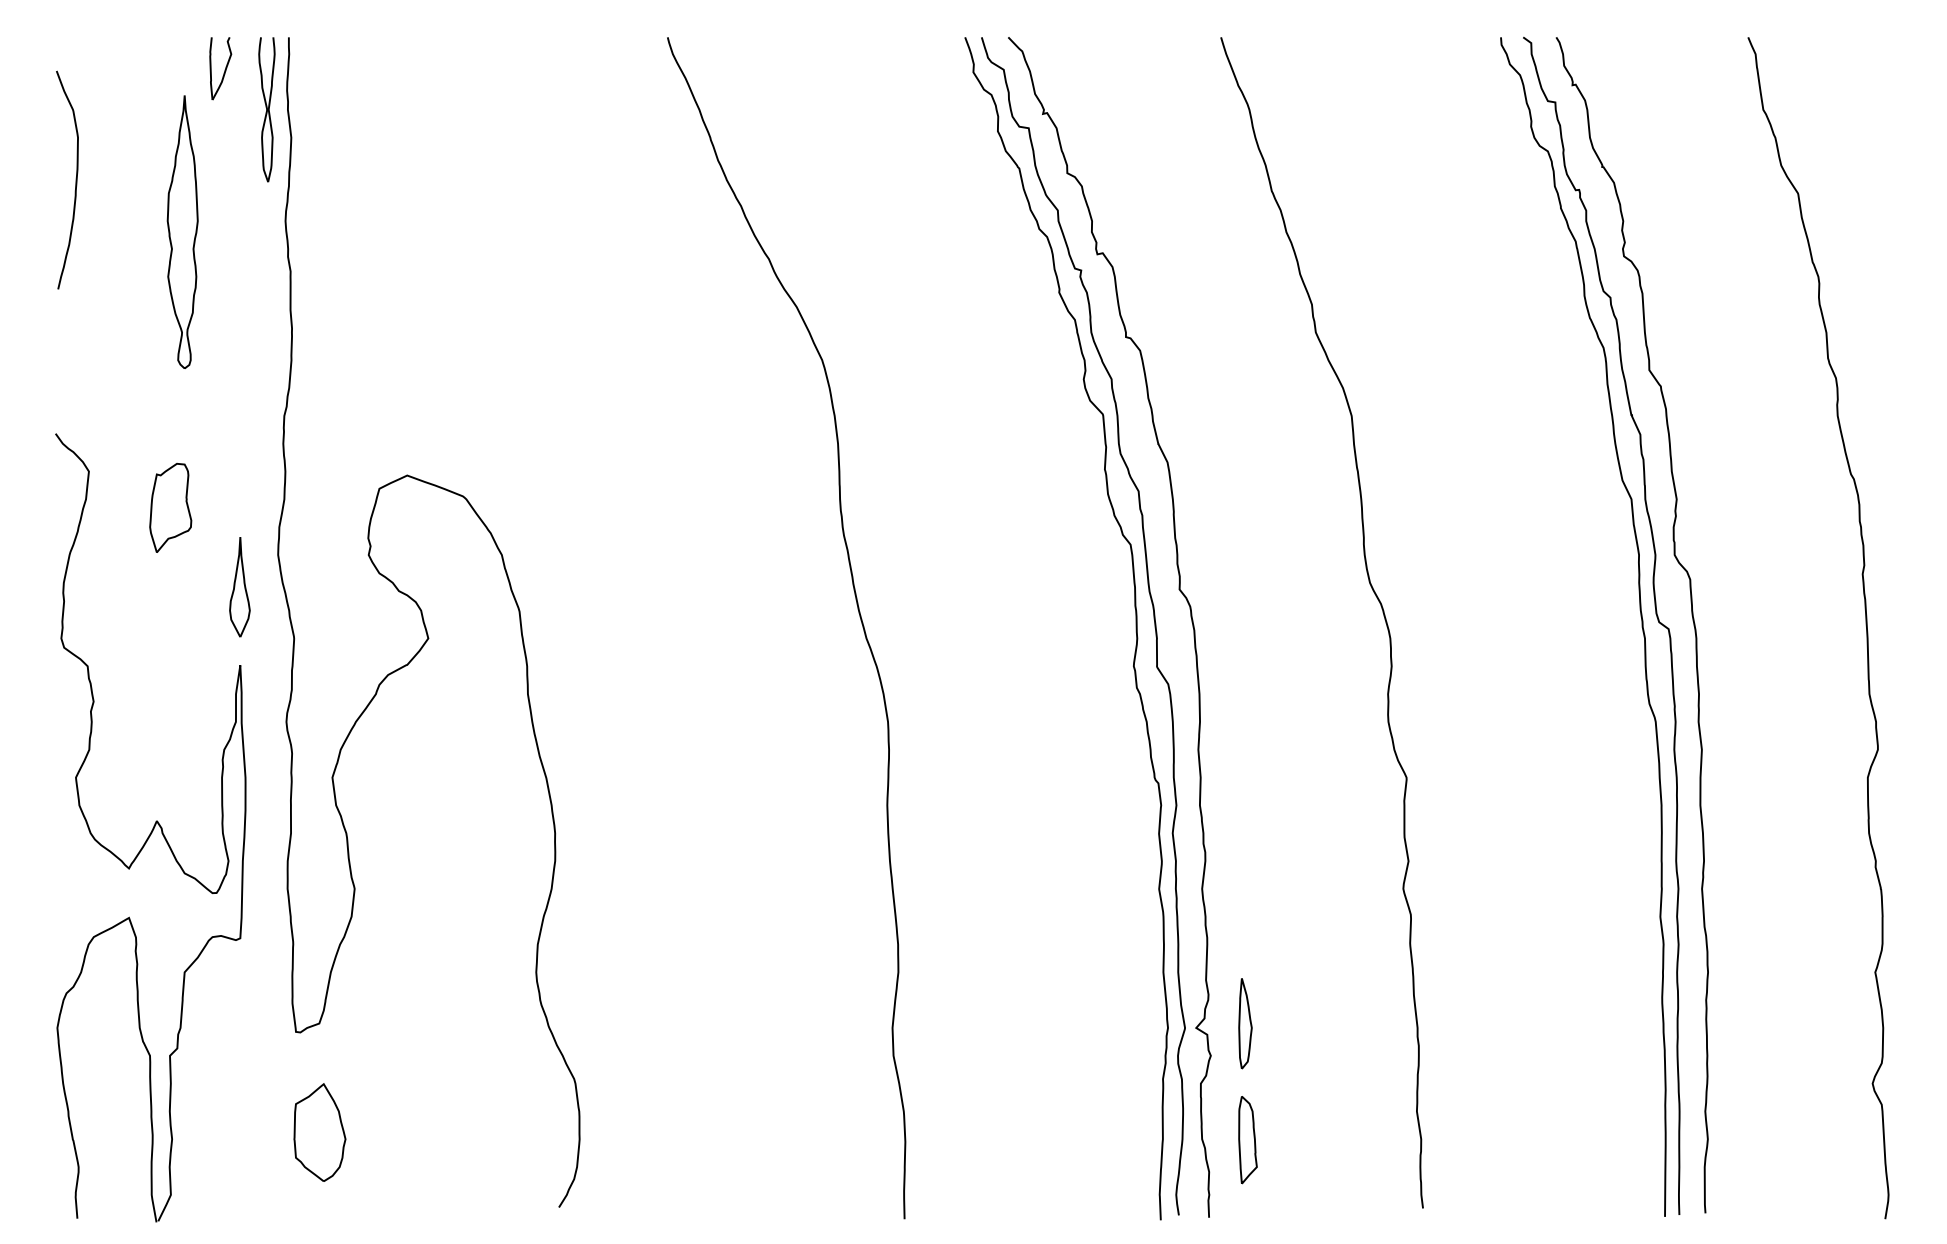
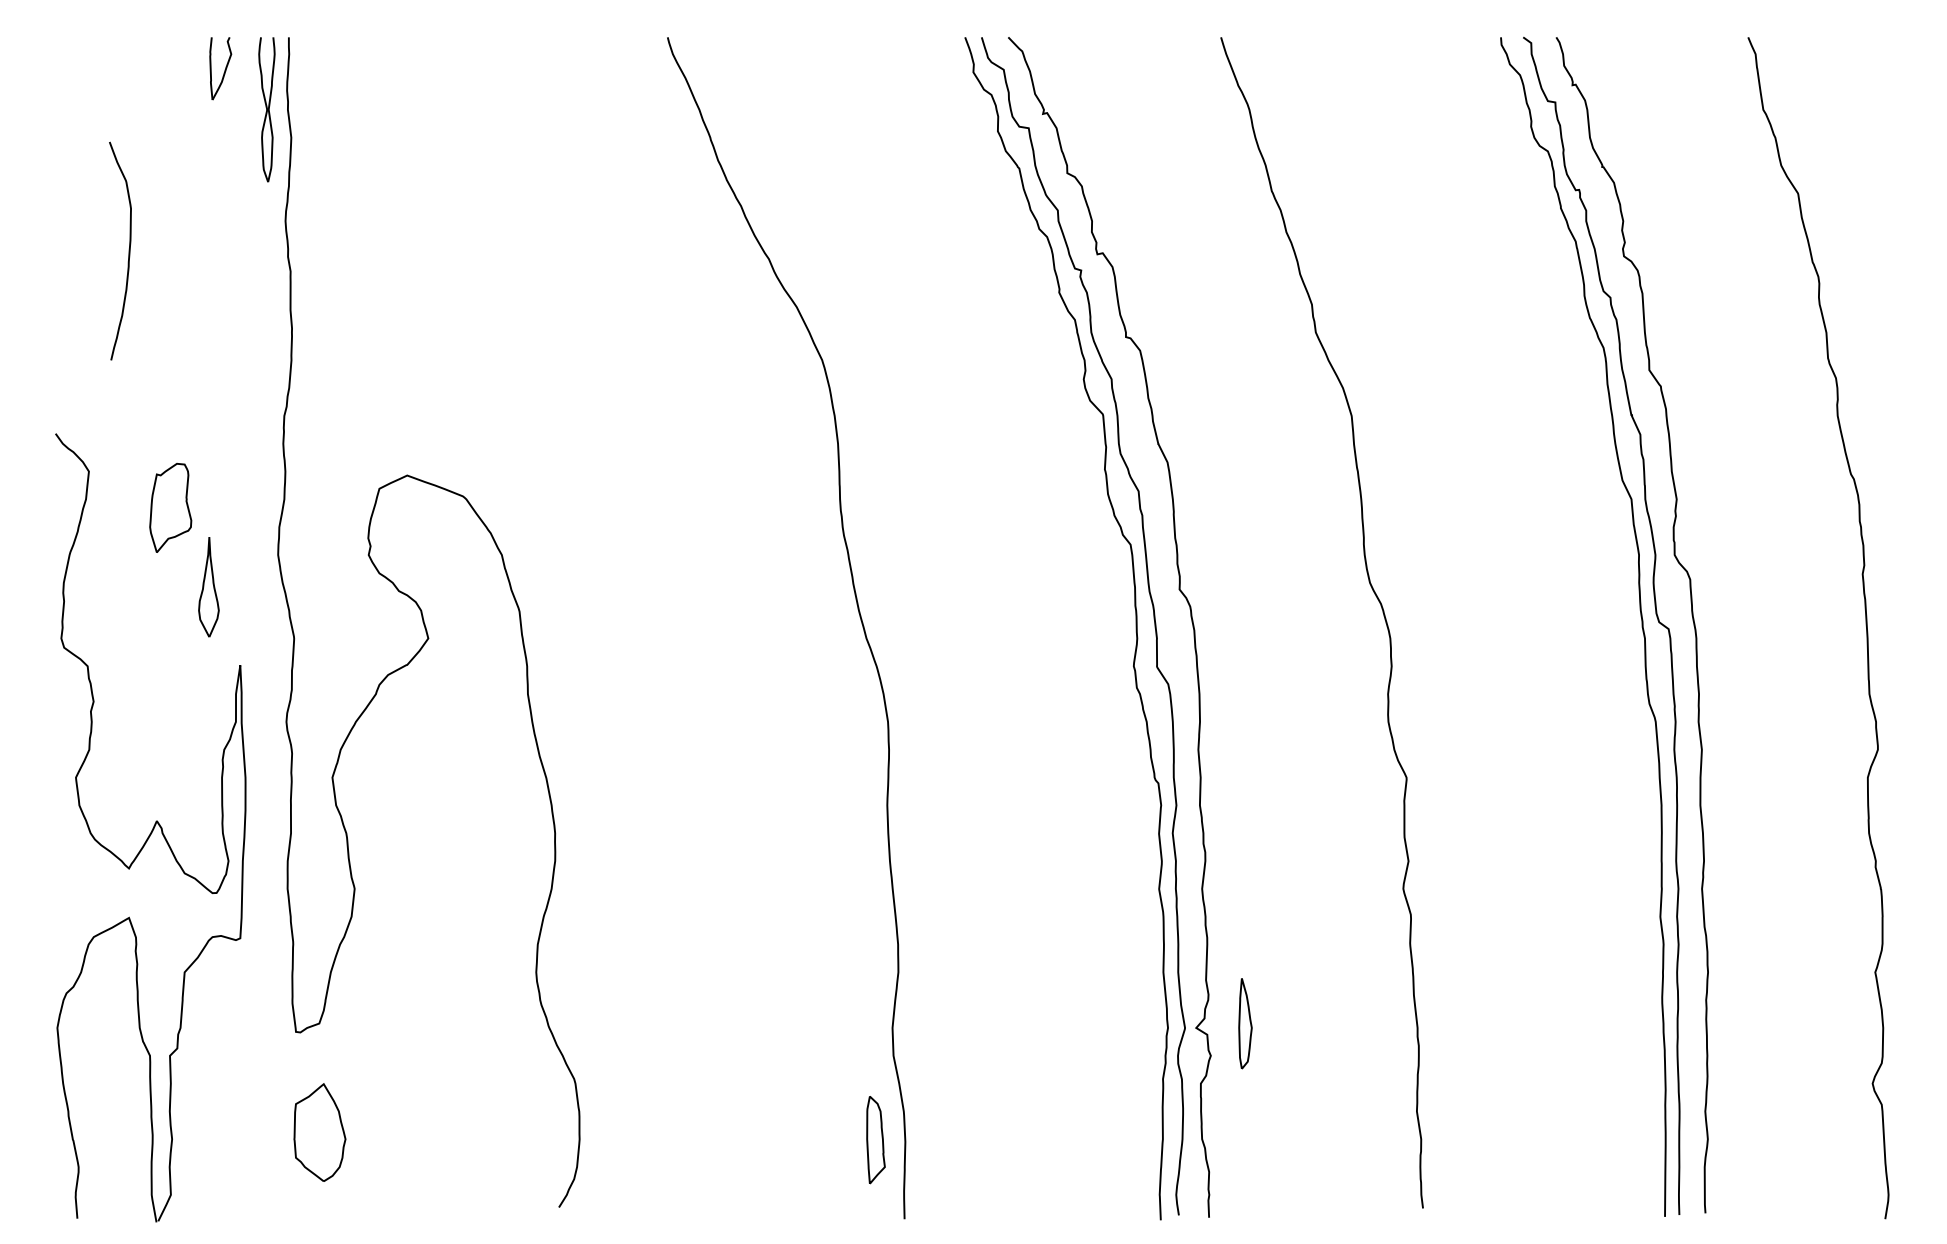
curve at (75, 179) position: (75, 179) -> (128, 250)
part at (182, 231): present -> none
part at (239, 587) position: (239, 587) -> (208, 587)
part at (1247, 1140) position: (1247, 1140) -> (875, 1140)
